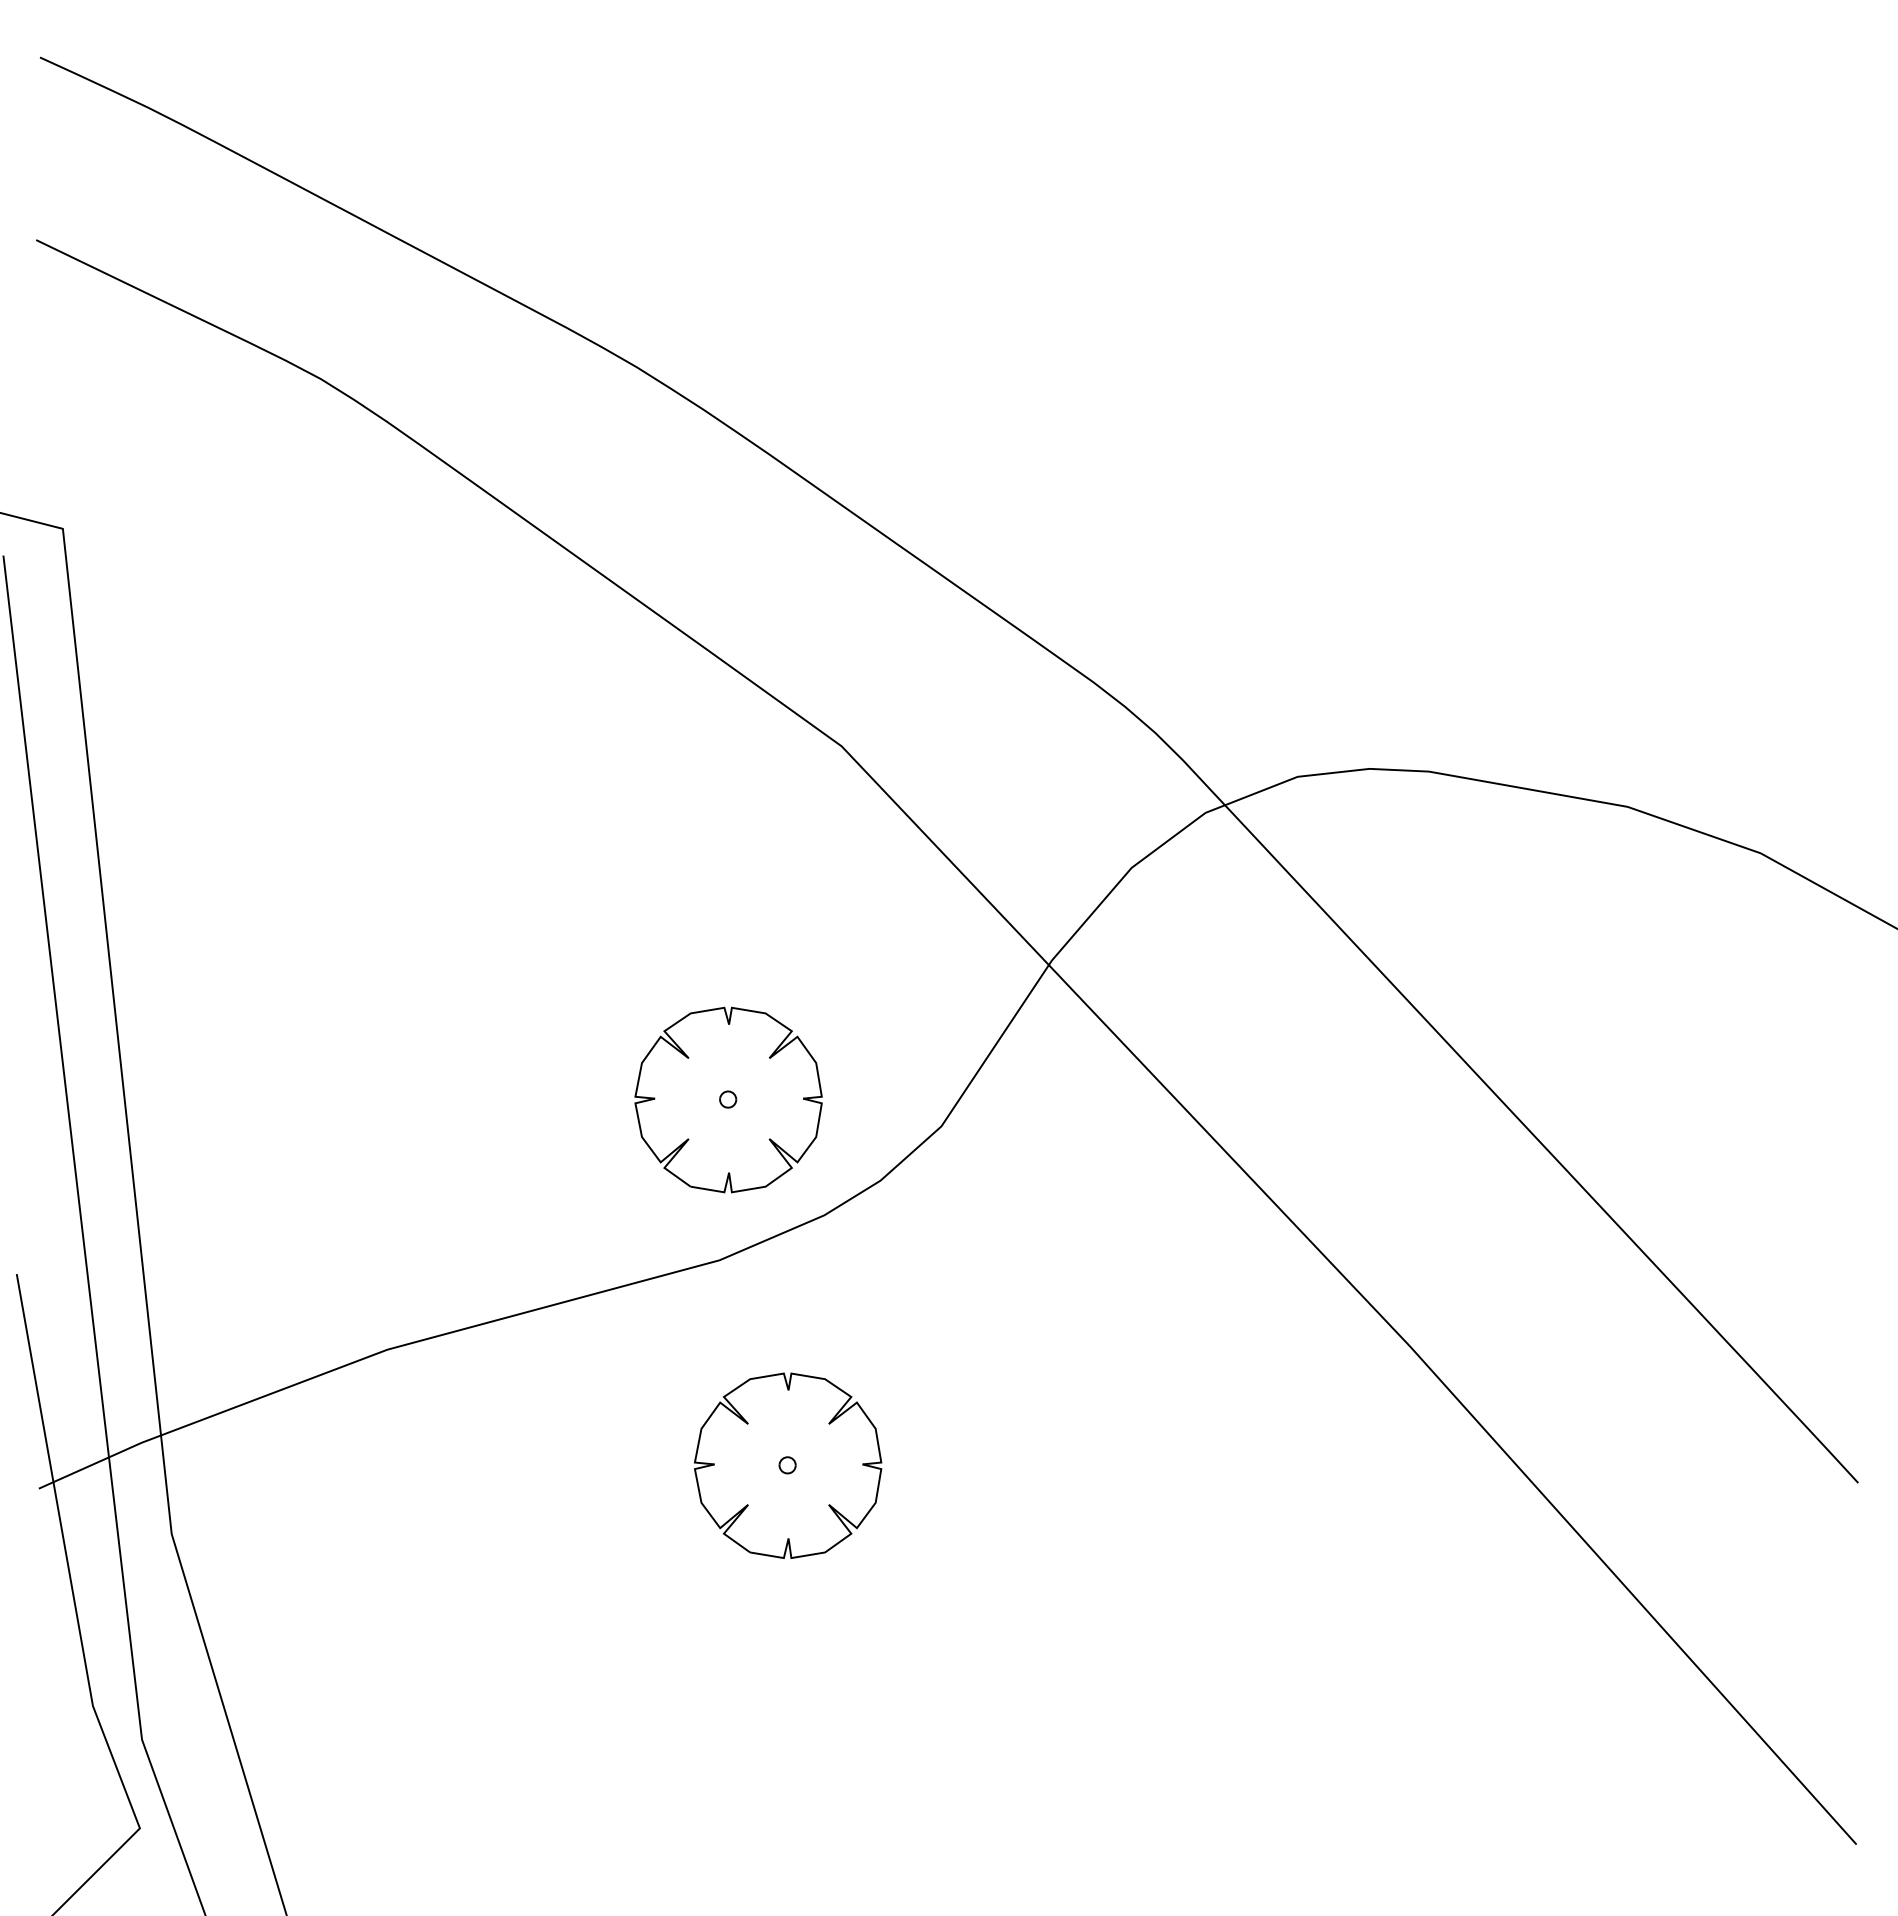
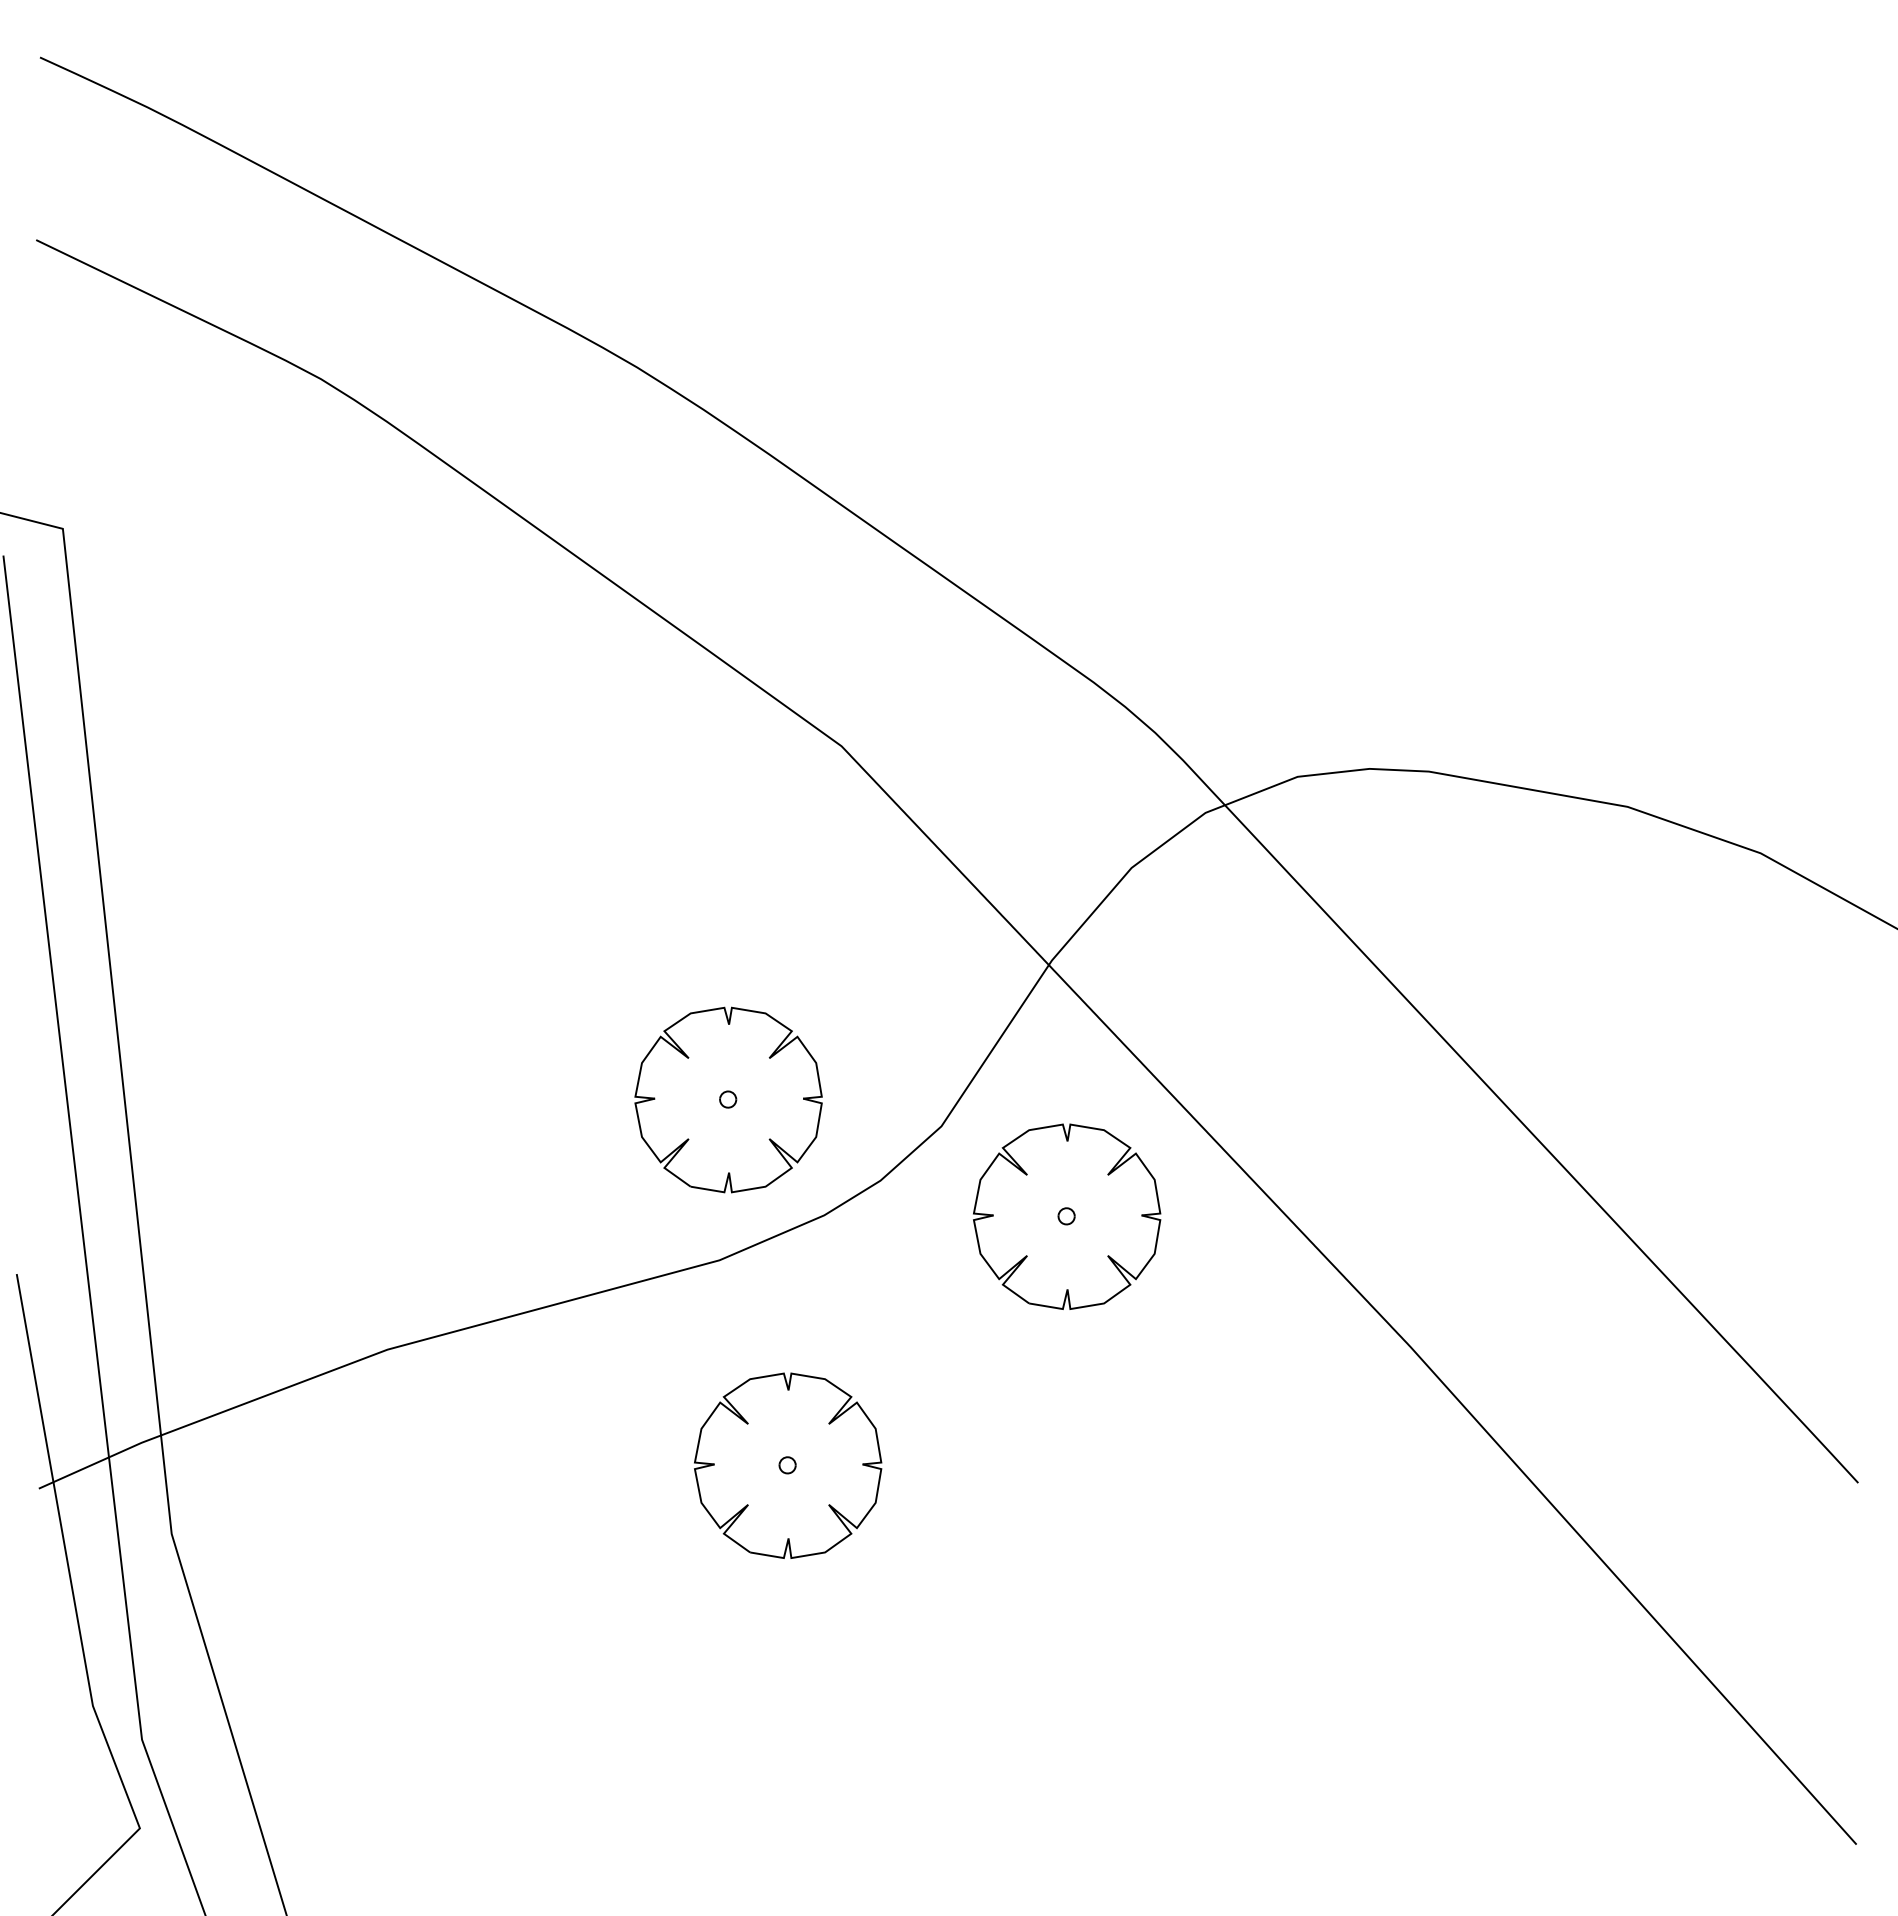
part at (1067, 1216): none -> present
